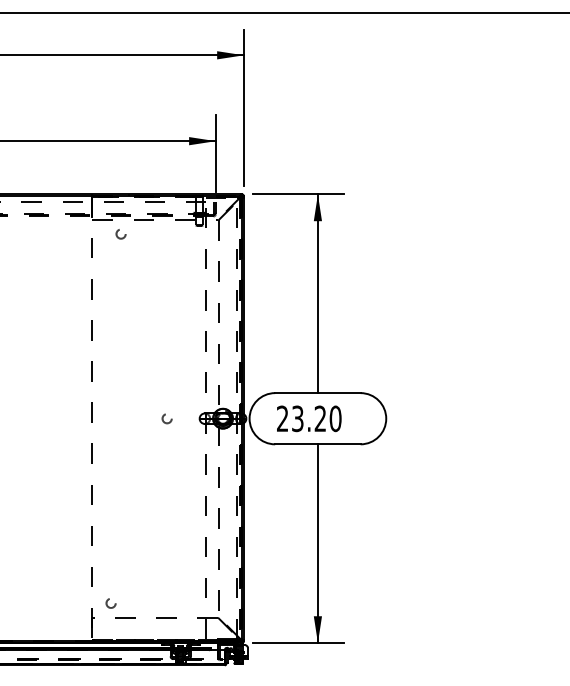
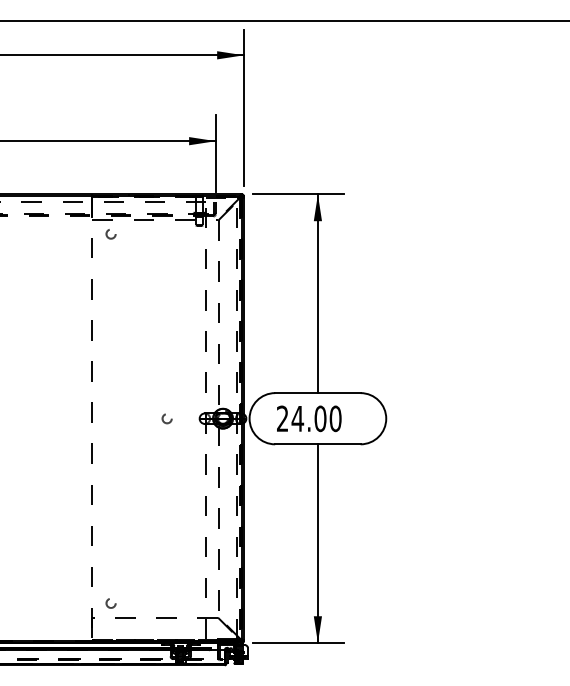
line at (284, 12) position: (284, 12) -> (284, 20)
circle at (120, 234) position: (120, 234) -> (110, 234)
text at (308, 418): 23.20 -> 24.00
